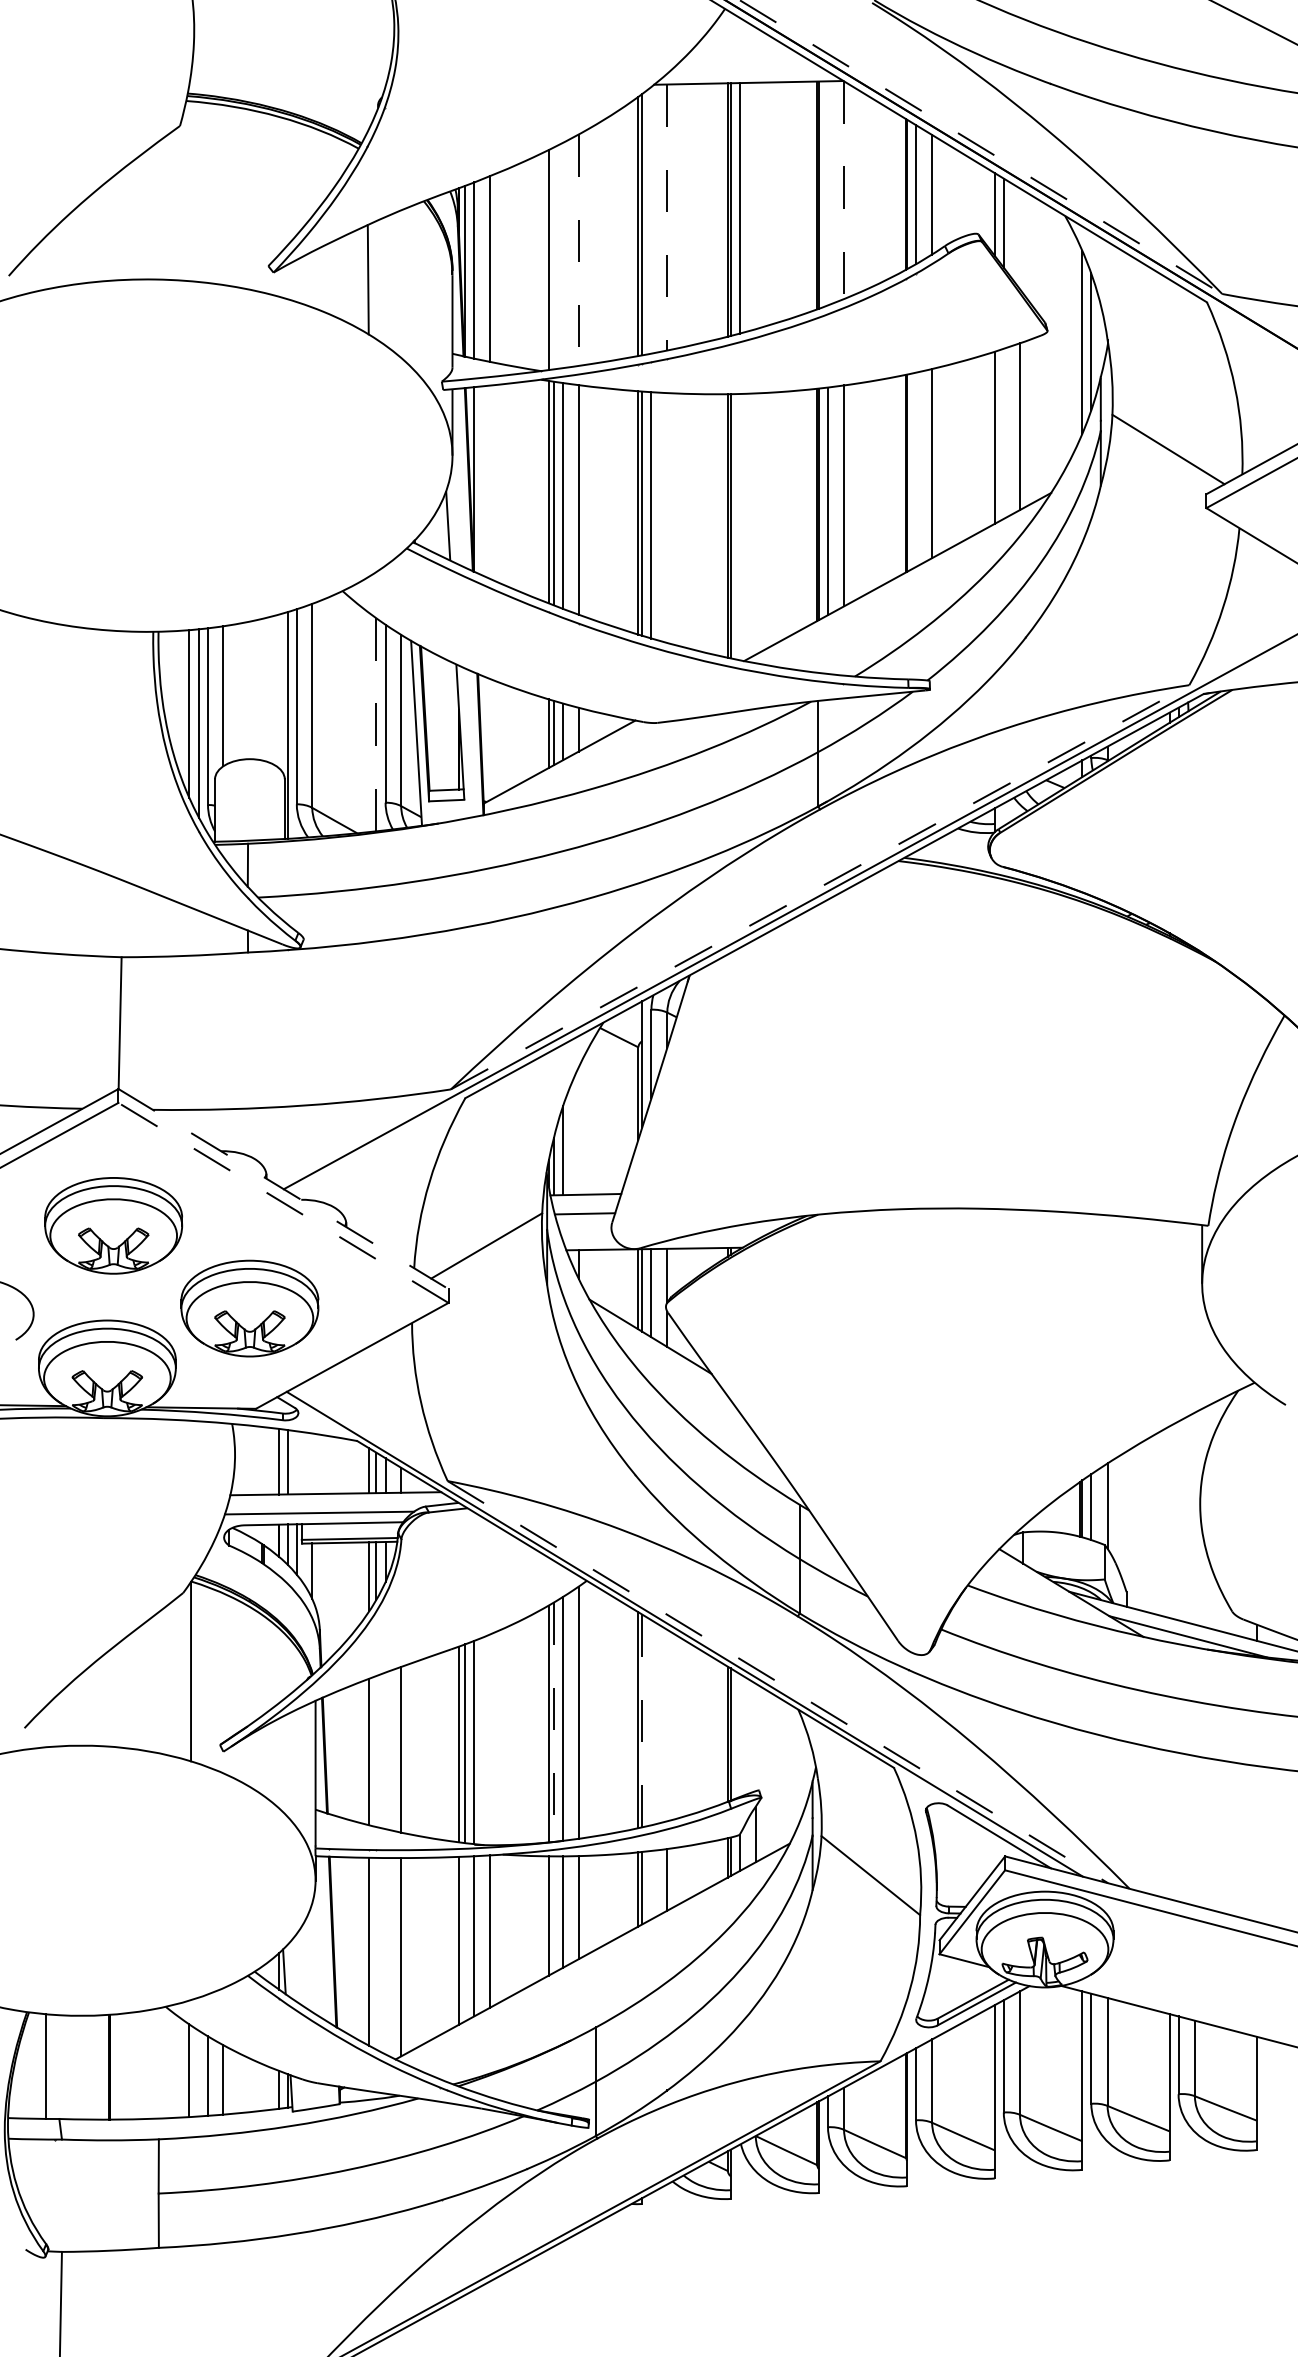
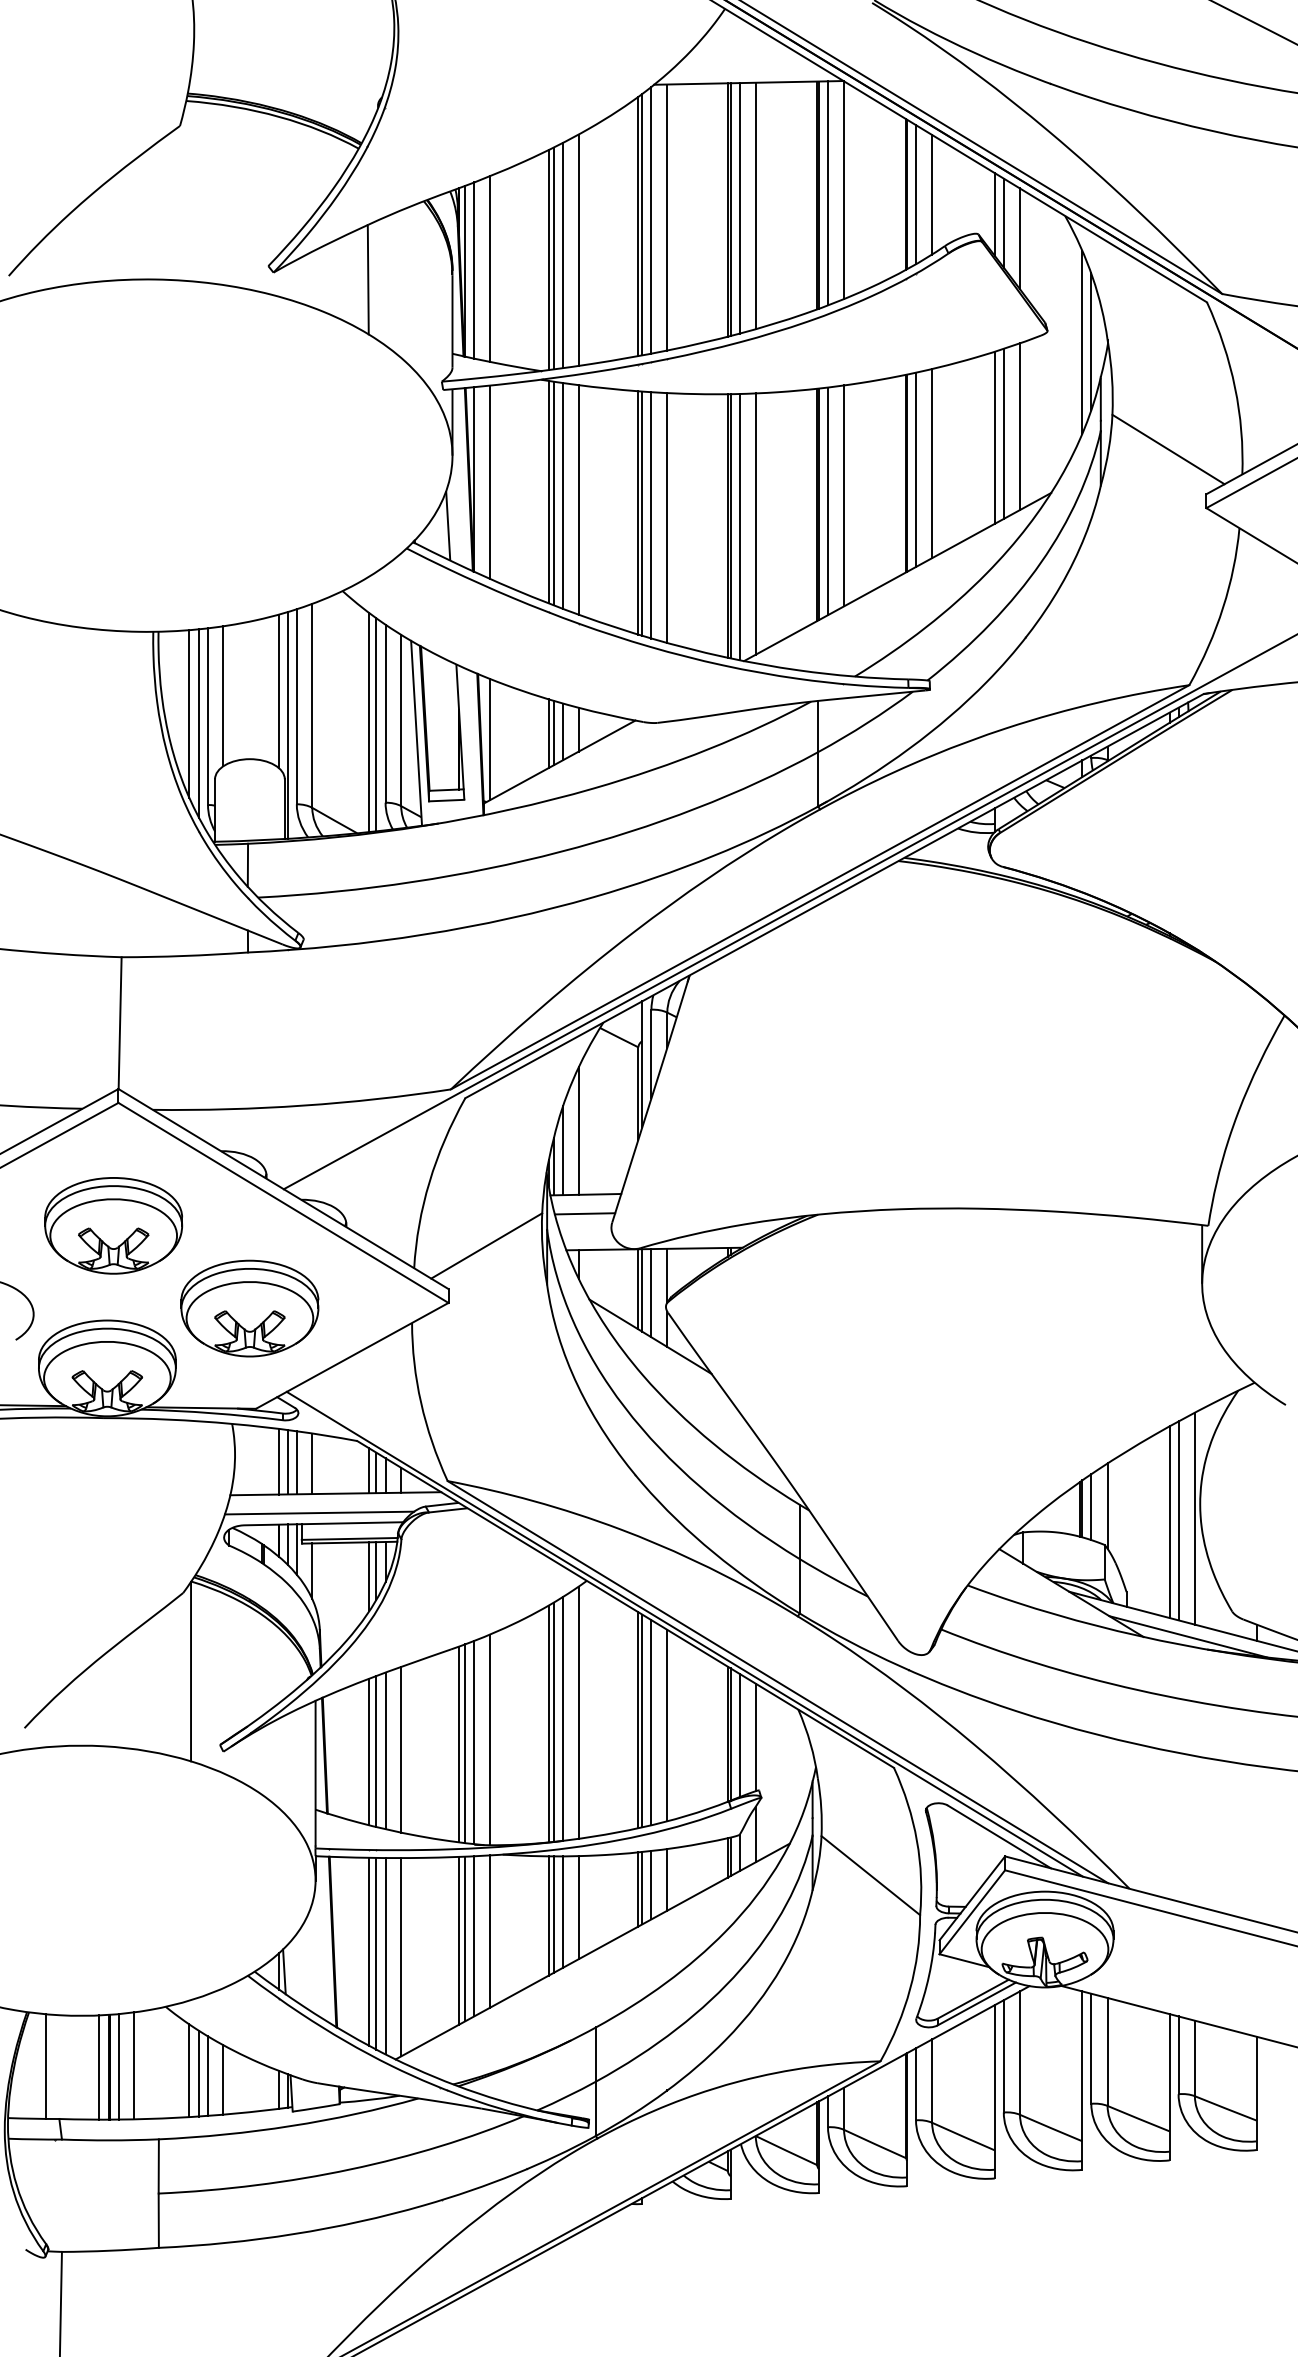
line at (981, 147): dashed -> solid
line at (844, 190): dashed -> solid
line at (828, 193): none -> present
line at (755, 205): none -> present
line at (667, 218): dashed -> solid
line at (651, 219): none -> present
line at (1020, 238): none -> present
line at (578, 250): dashed -> solid
line at (562, 255): none -> present
line at (553, 258): none -> present
line at (1003, 433): none -> present
line at (916, 469): none -> present
line at (490, 481): none -> present
line at (667, 518): none -> present
line at (755, 523): none -> present
line at (739, 527): none -> present
line at (279, 691): none -> present
line at (369, 722): none -> present
line at (376, 725): dashed -> solid
line at (490, 739): none -> present
line at (820, 887): dashed -> solid
line at (578, 1130): none -> present
line at (283, 1189): dashed -> solid
line at (283, 1202): dashed -> solid
line at (296, 1462): none -> present
line at (312, 1463): none -> present
line at (1194, 1518): none -> present
line at (1178, 1520): none -> present
line at (1169, 1522): none -> present
line at (777, 1682): dashed -> solid
line at (642, 1721): dashed -> solid
line at (553, 1722): dashed -> solid
line at (651, 1722): none -> present
line at (667, 1725): none -> present
line at (739, 1735): none -> present
line at (755, 1737): none -> present
line at (490, 1739): none -> present
line at (385, 1750): none -> present
line at (376, 1751): none -> present
line at (651, 1885): none -> present
line at (553, 1914): none -> present
line at (465, 1938): none -> present
line at (376, 1953): none -> present
line at (385, 1956): none -> present
line at (134, 2065): none -> present
line at (119, 2066): none -> present
line at (99, 2067): none -> present
line at (198, 2073): none -> present
